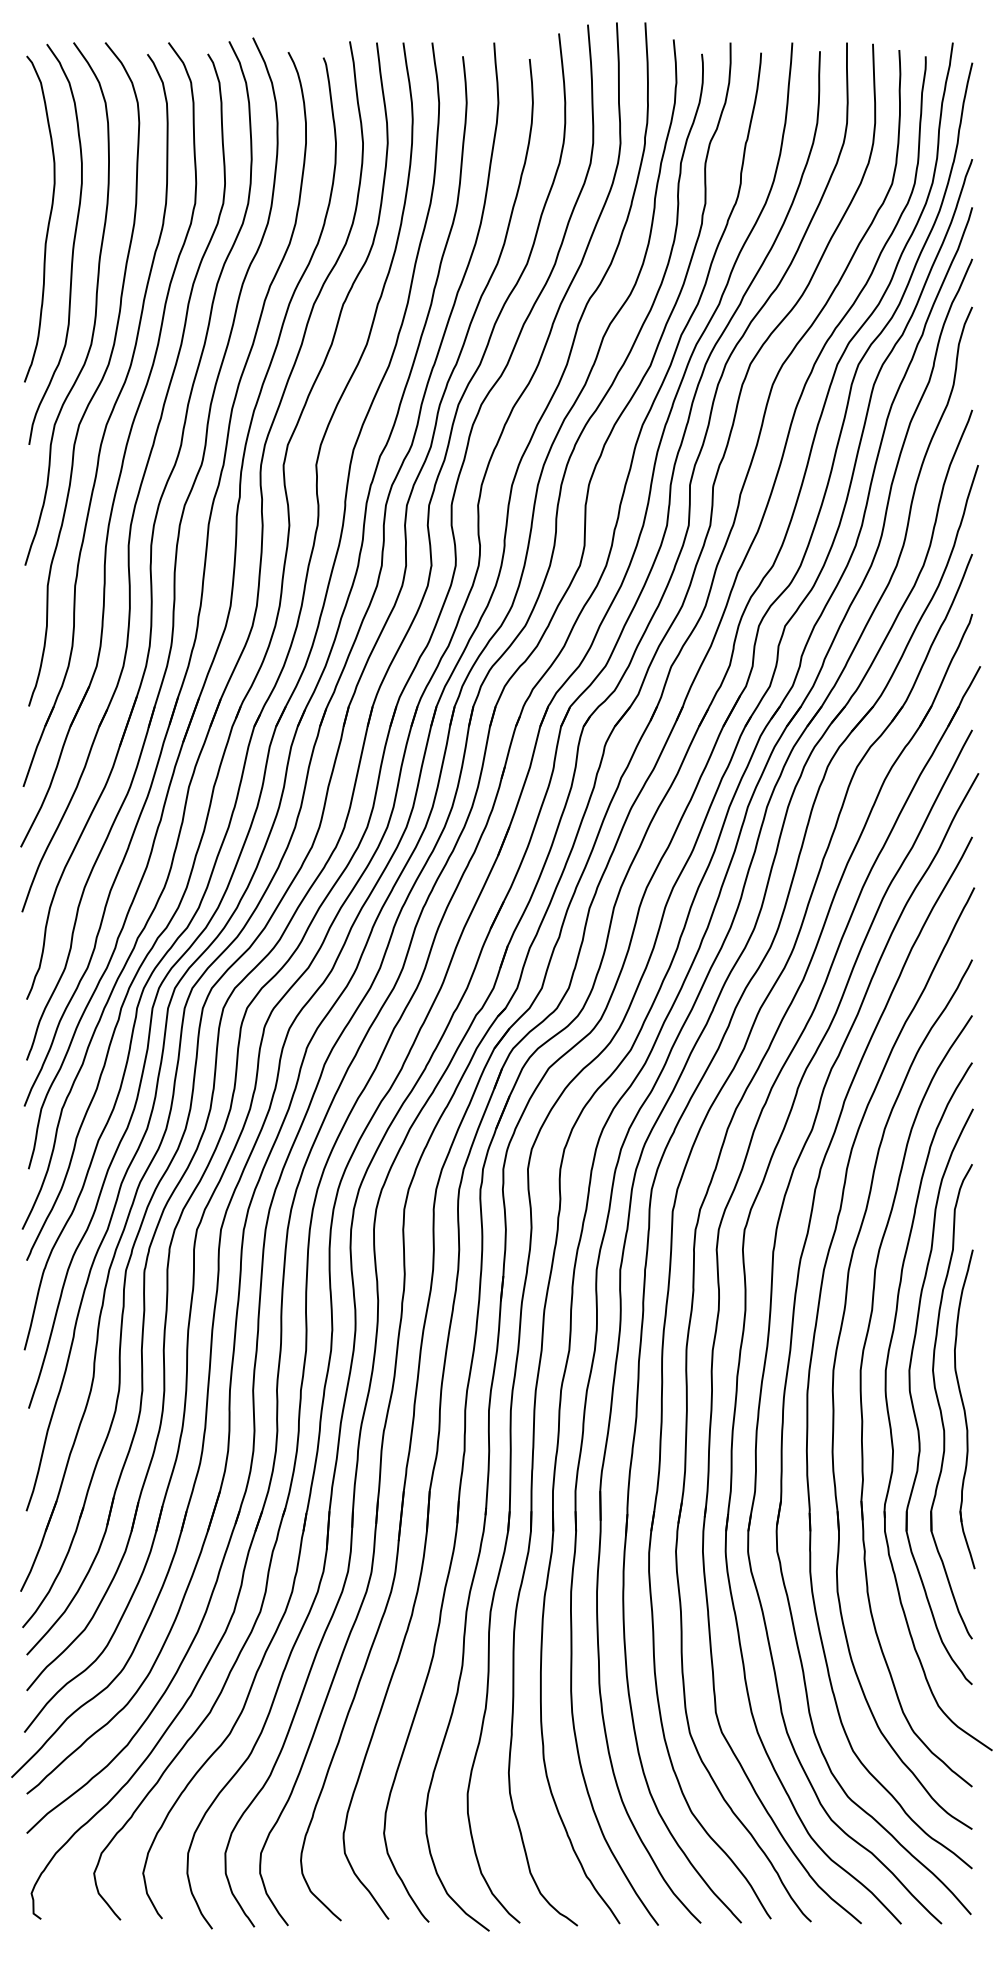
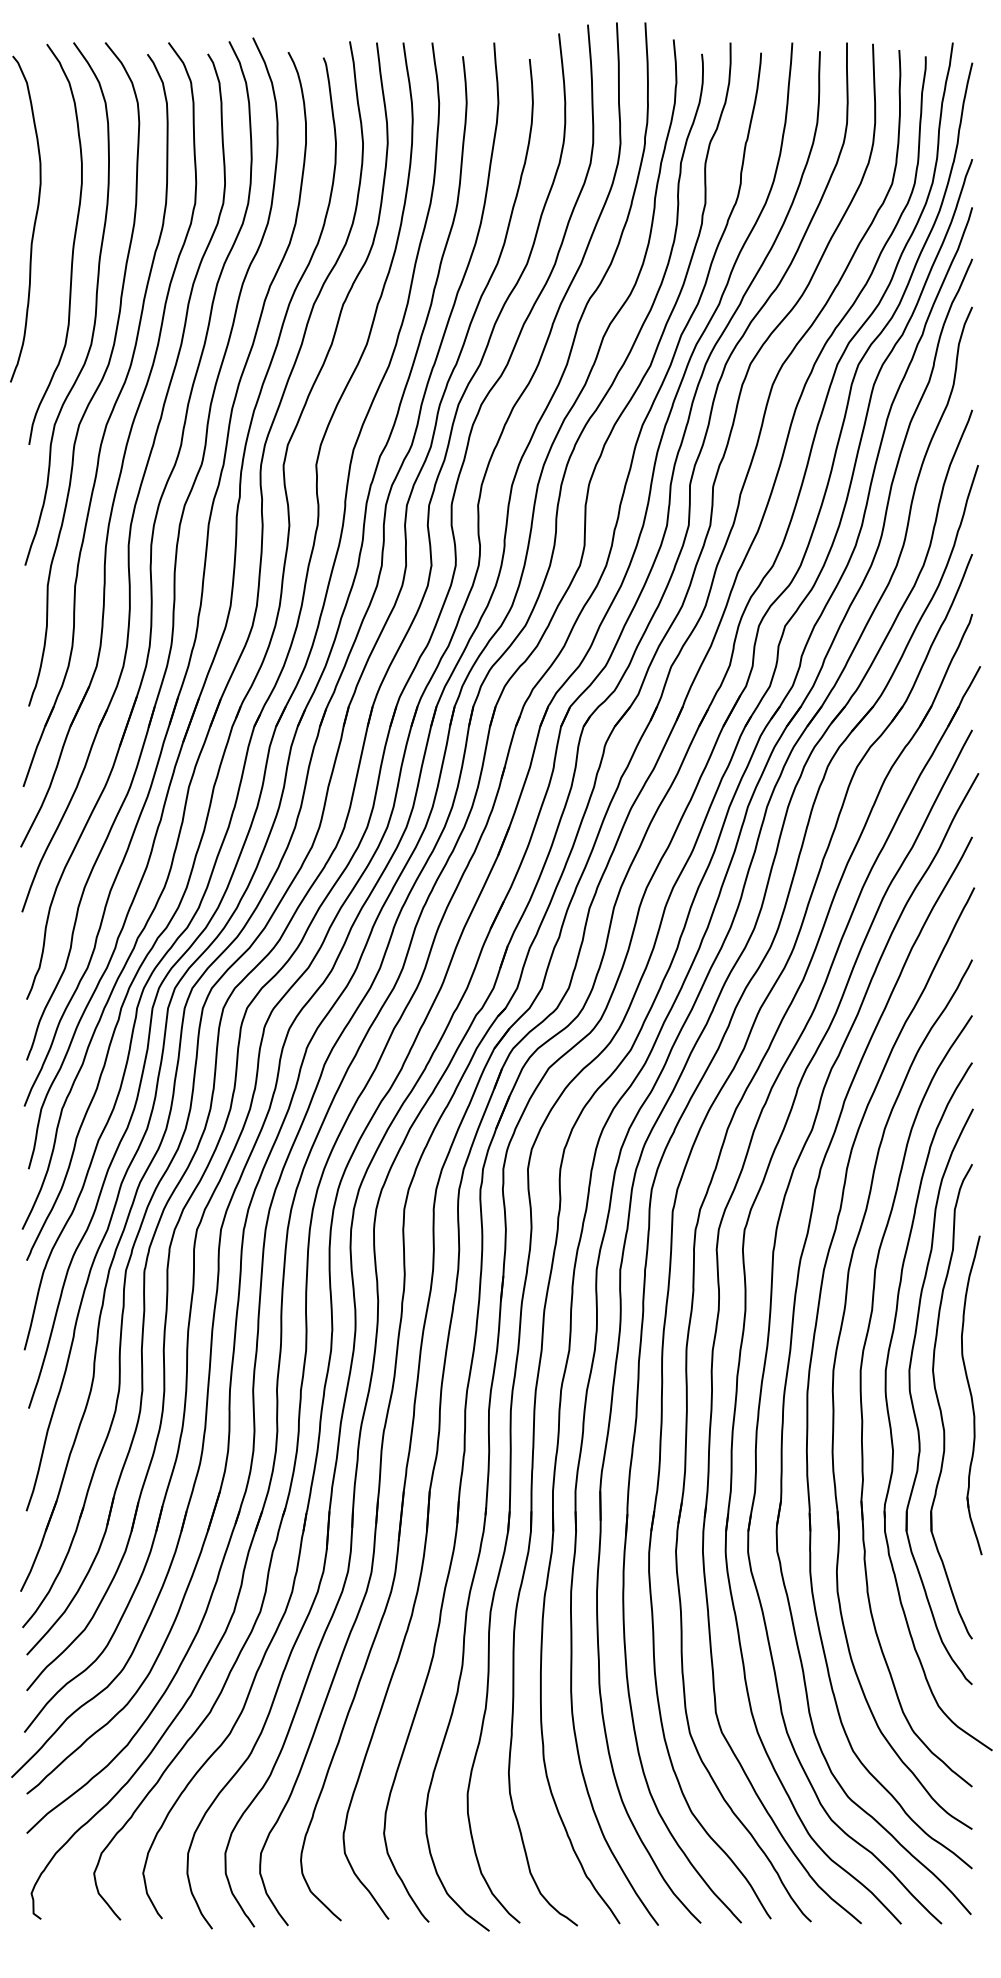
curve at (48, 219) position: (48, 219) -> (34, 219)
part at (964, 1409) position: (964, 1409) -> (971, 1395)
